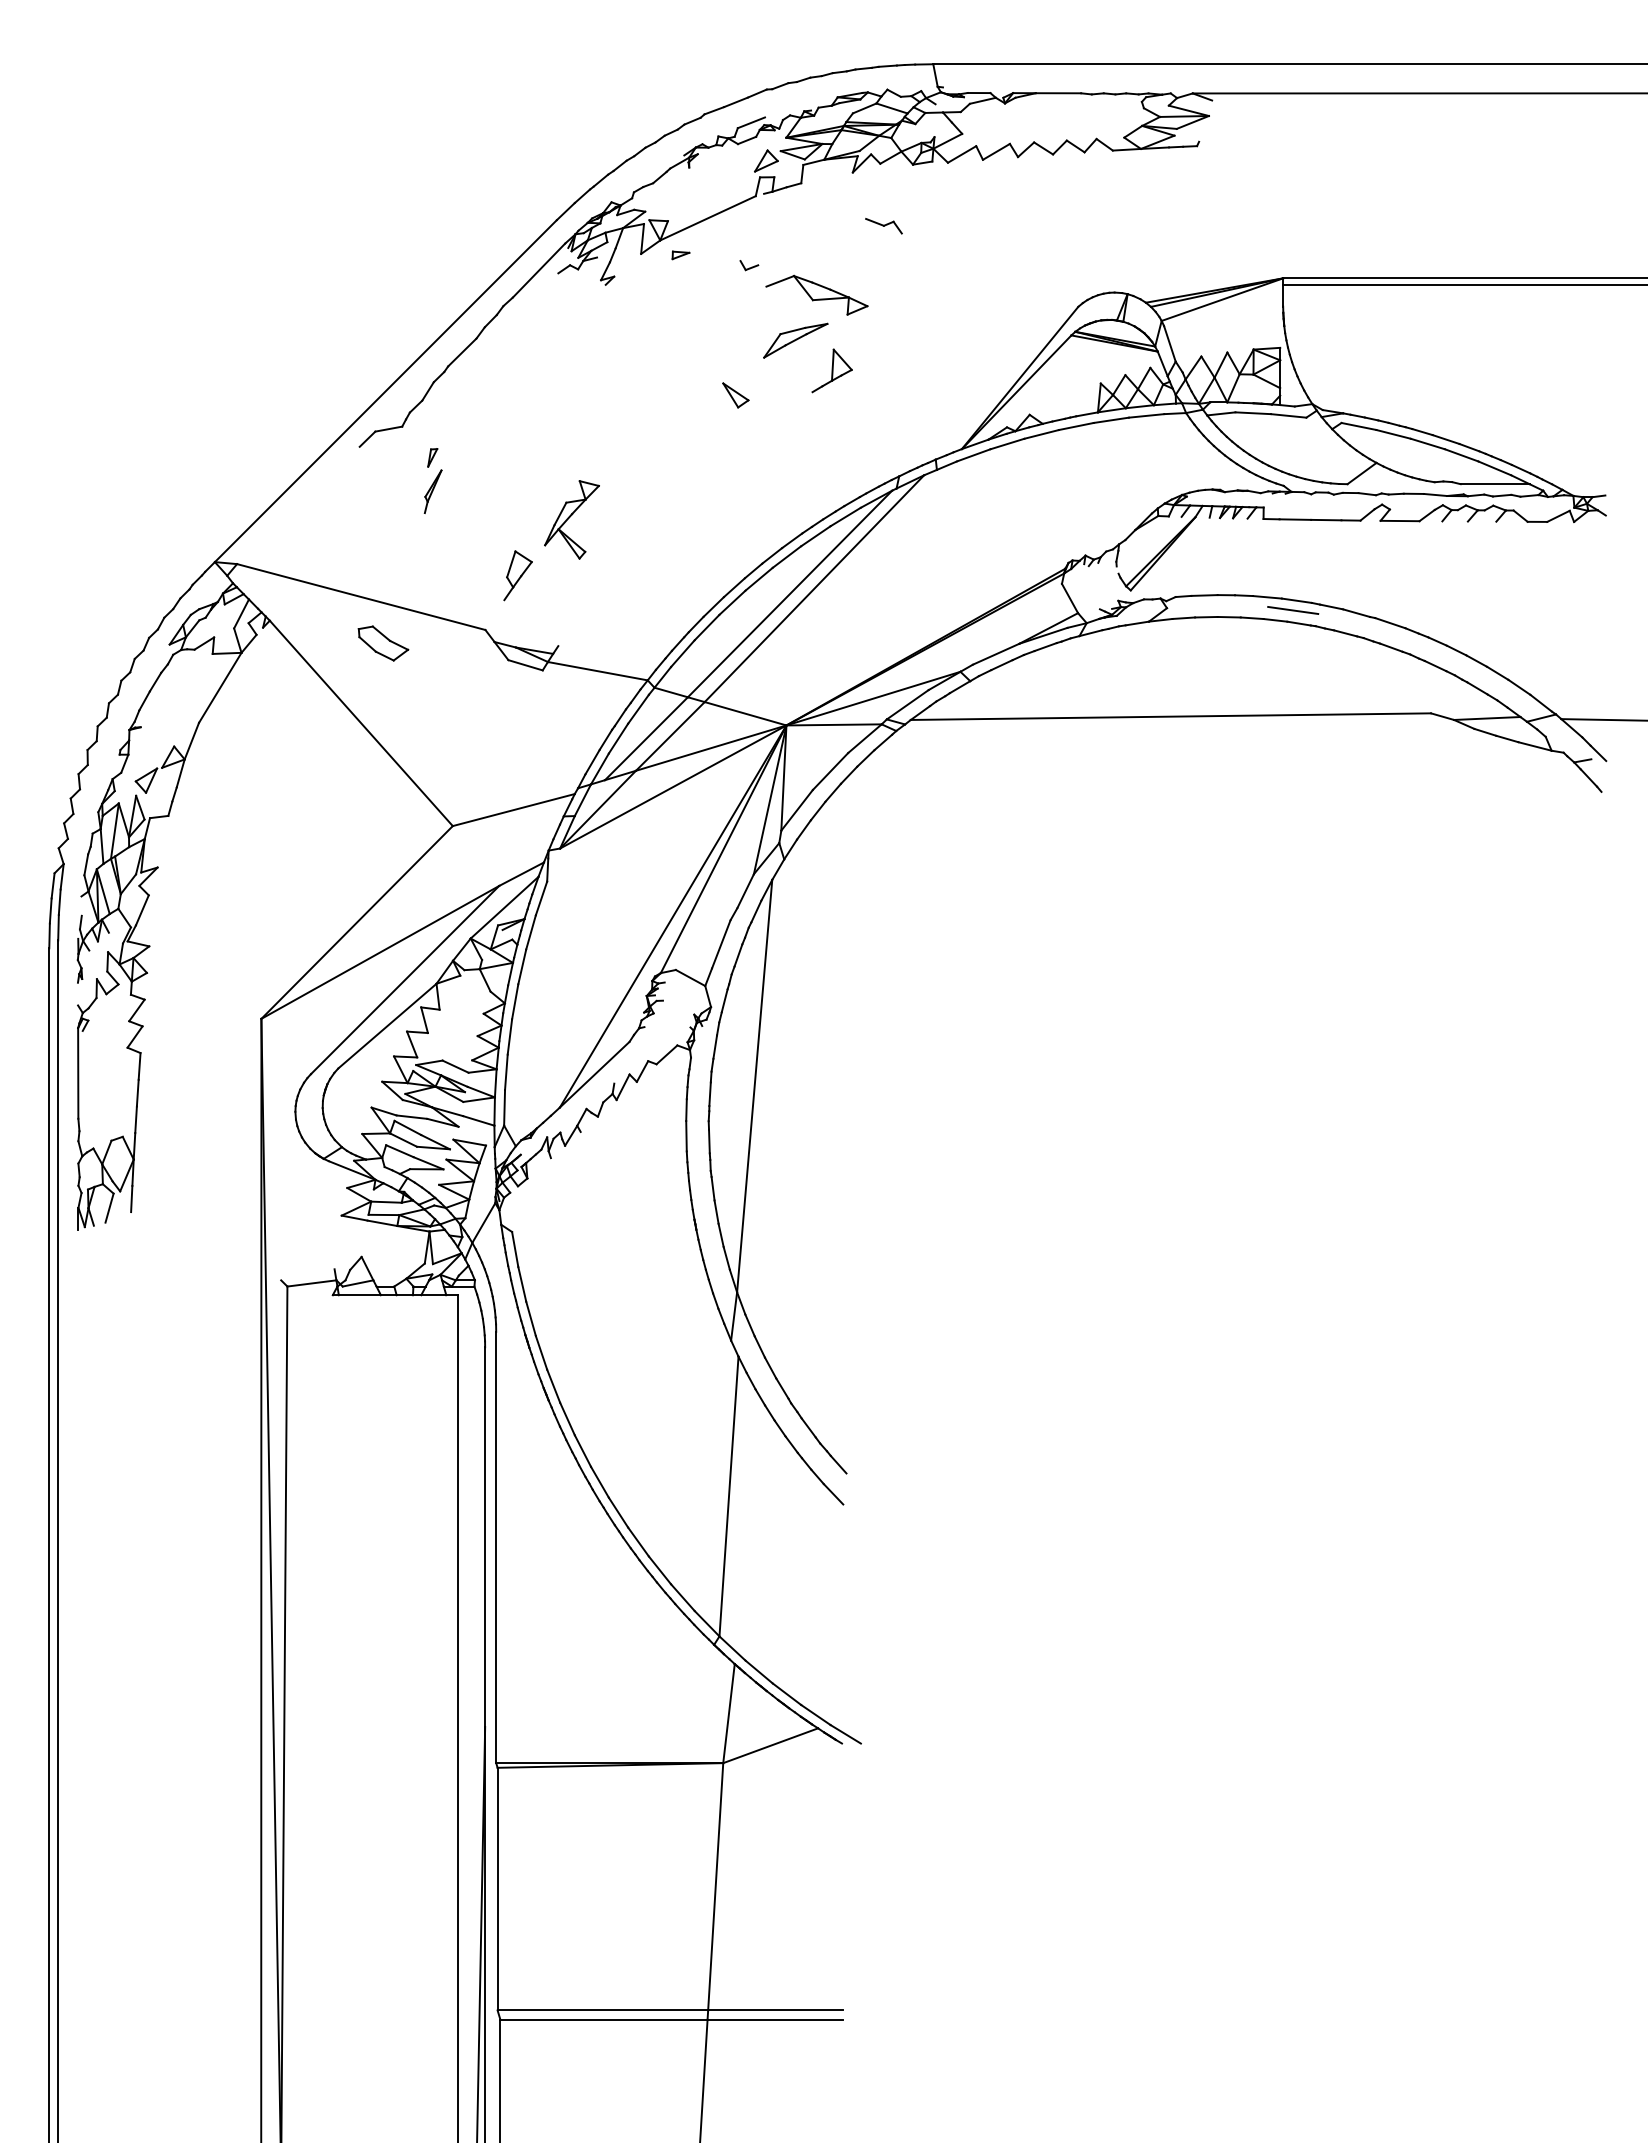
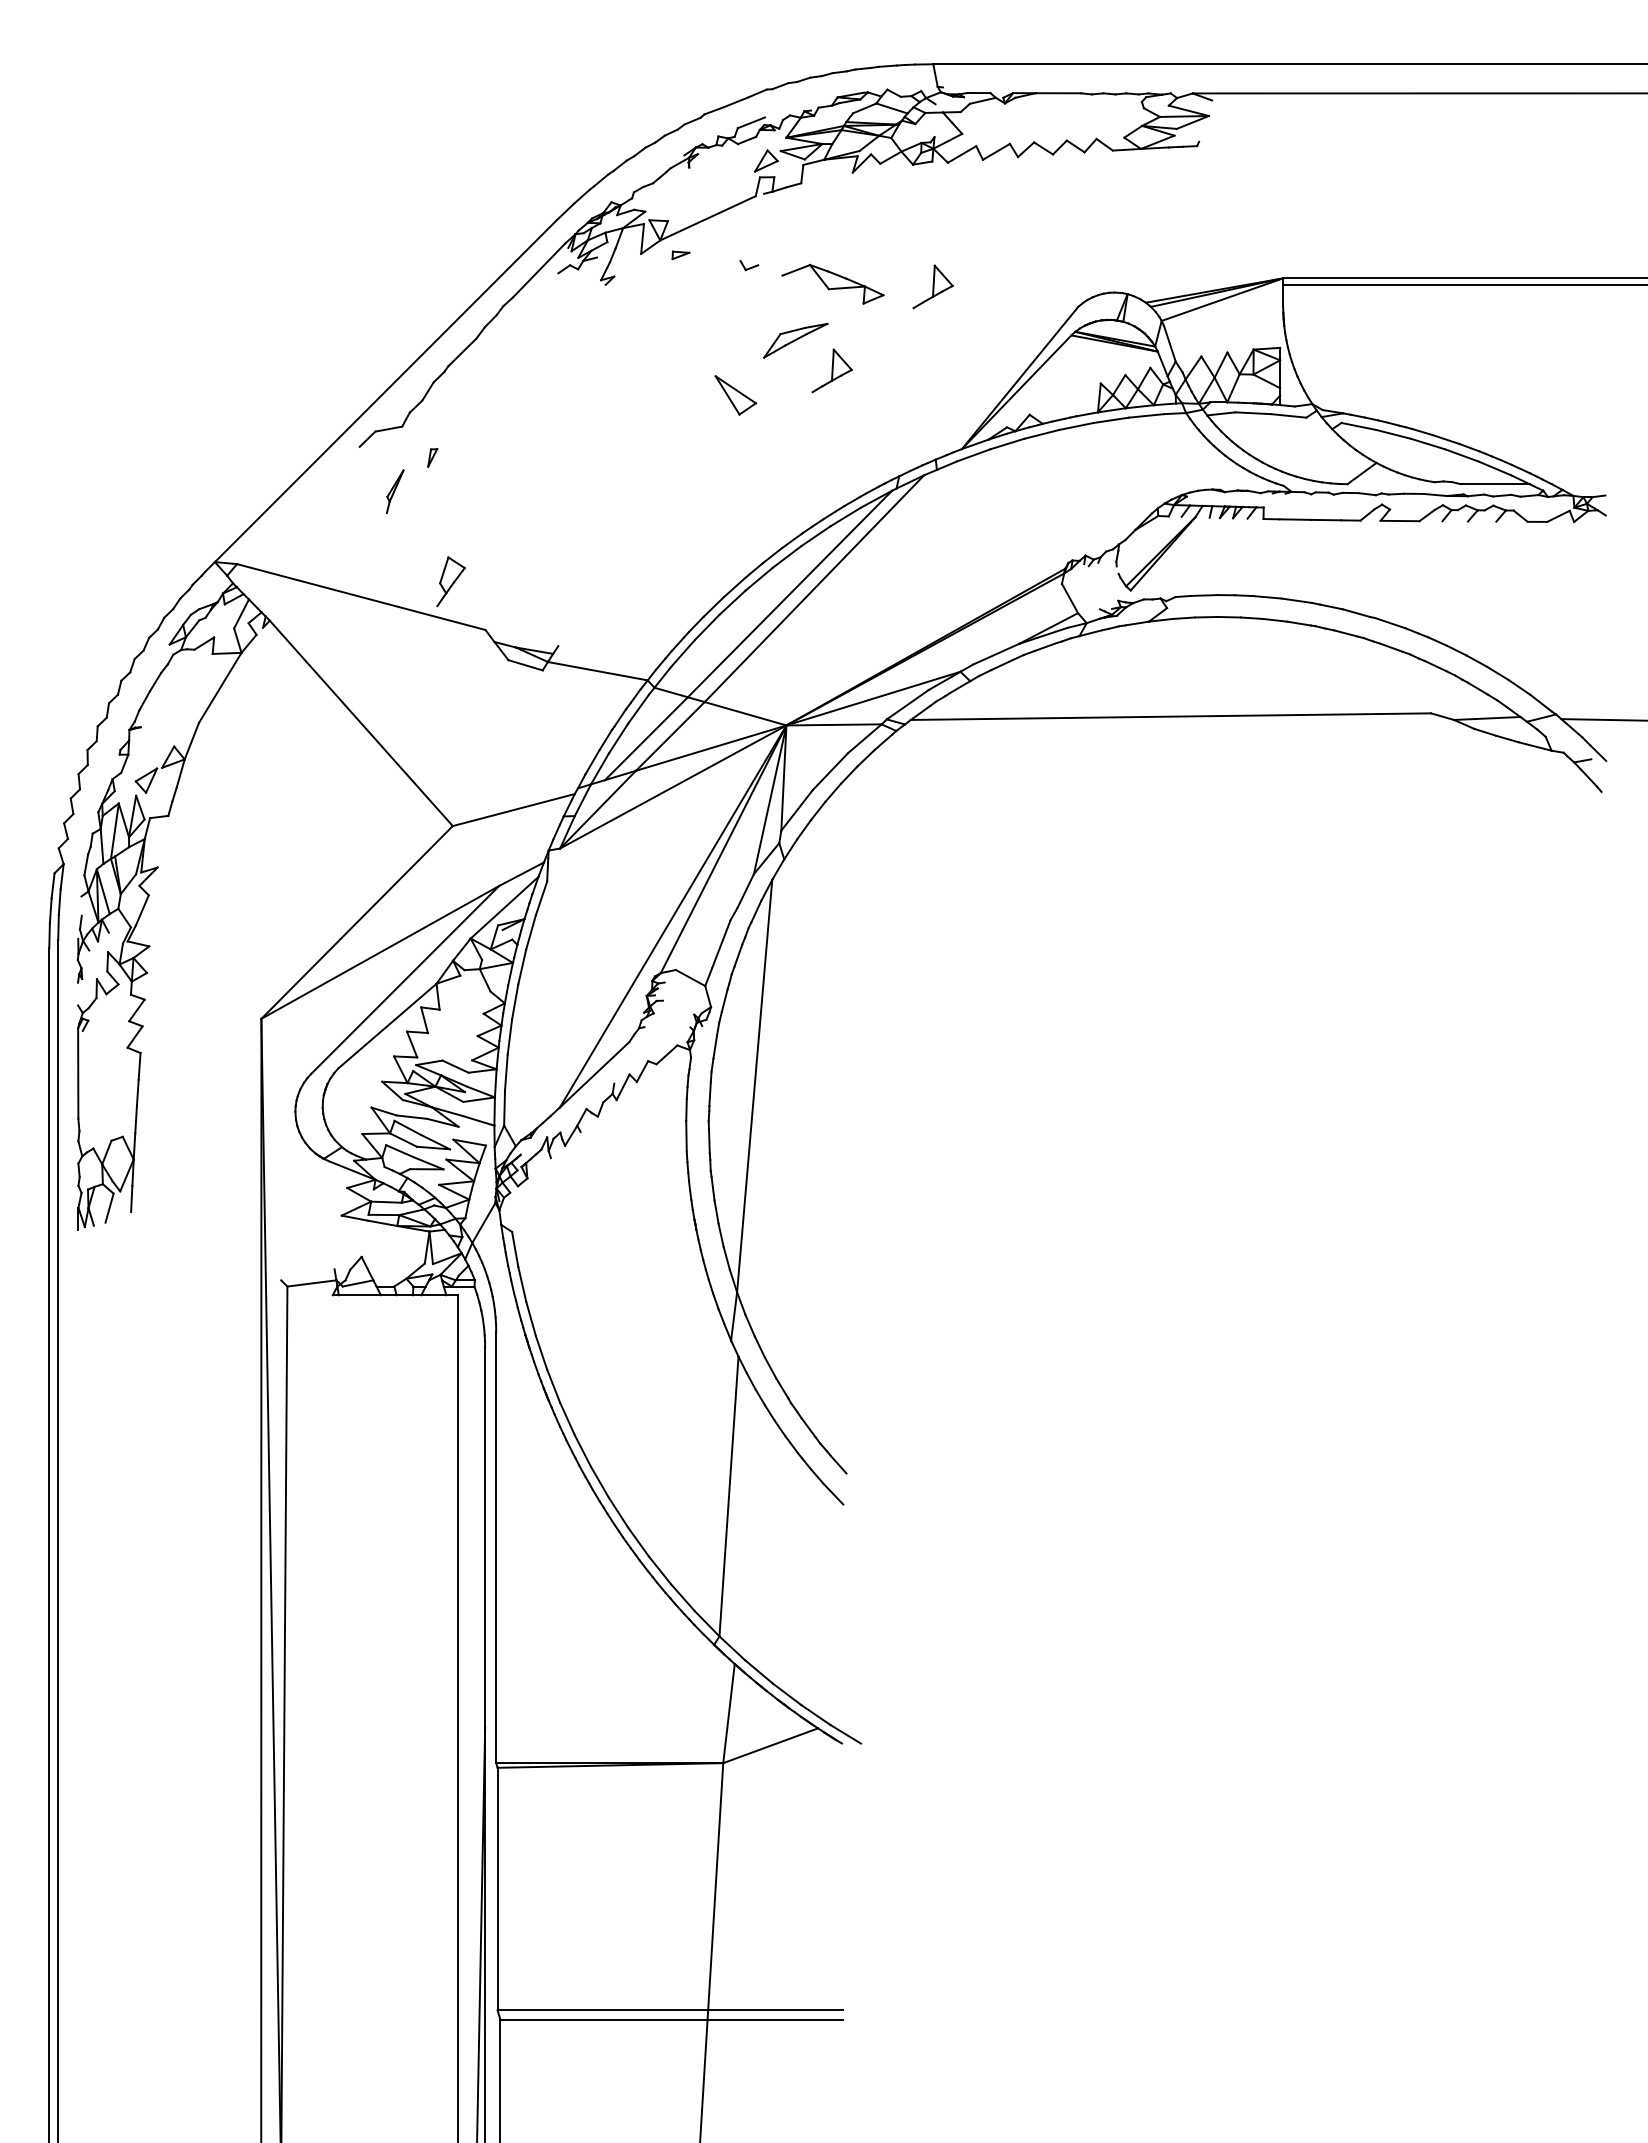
part at (883, 226): present -> none
part at (932, 286): none -> present
part at (816, 294) position: (816, 294) -> (832, 283)
part at (735, 395) size: 28x27 px -> 43x41 px
part at (432, 491) position: (432, 491) -> (394, 491)
part at (571, 519): present -> none
part at (517, 575) position: (517, 575) -> (450, 581)
line at (1293, 609): present -> none
part at (383, 643): present -> none
